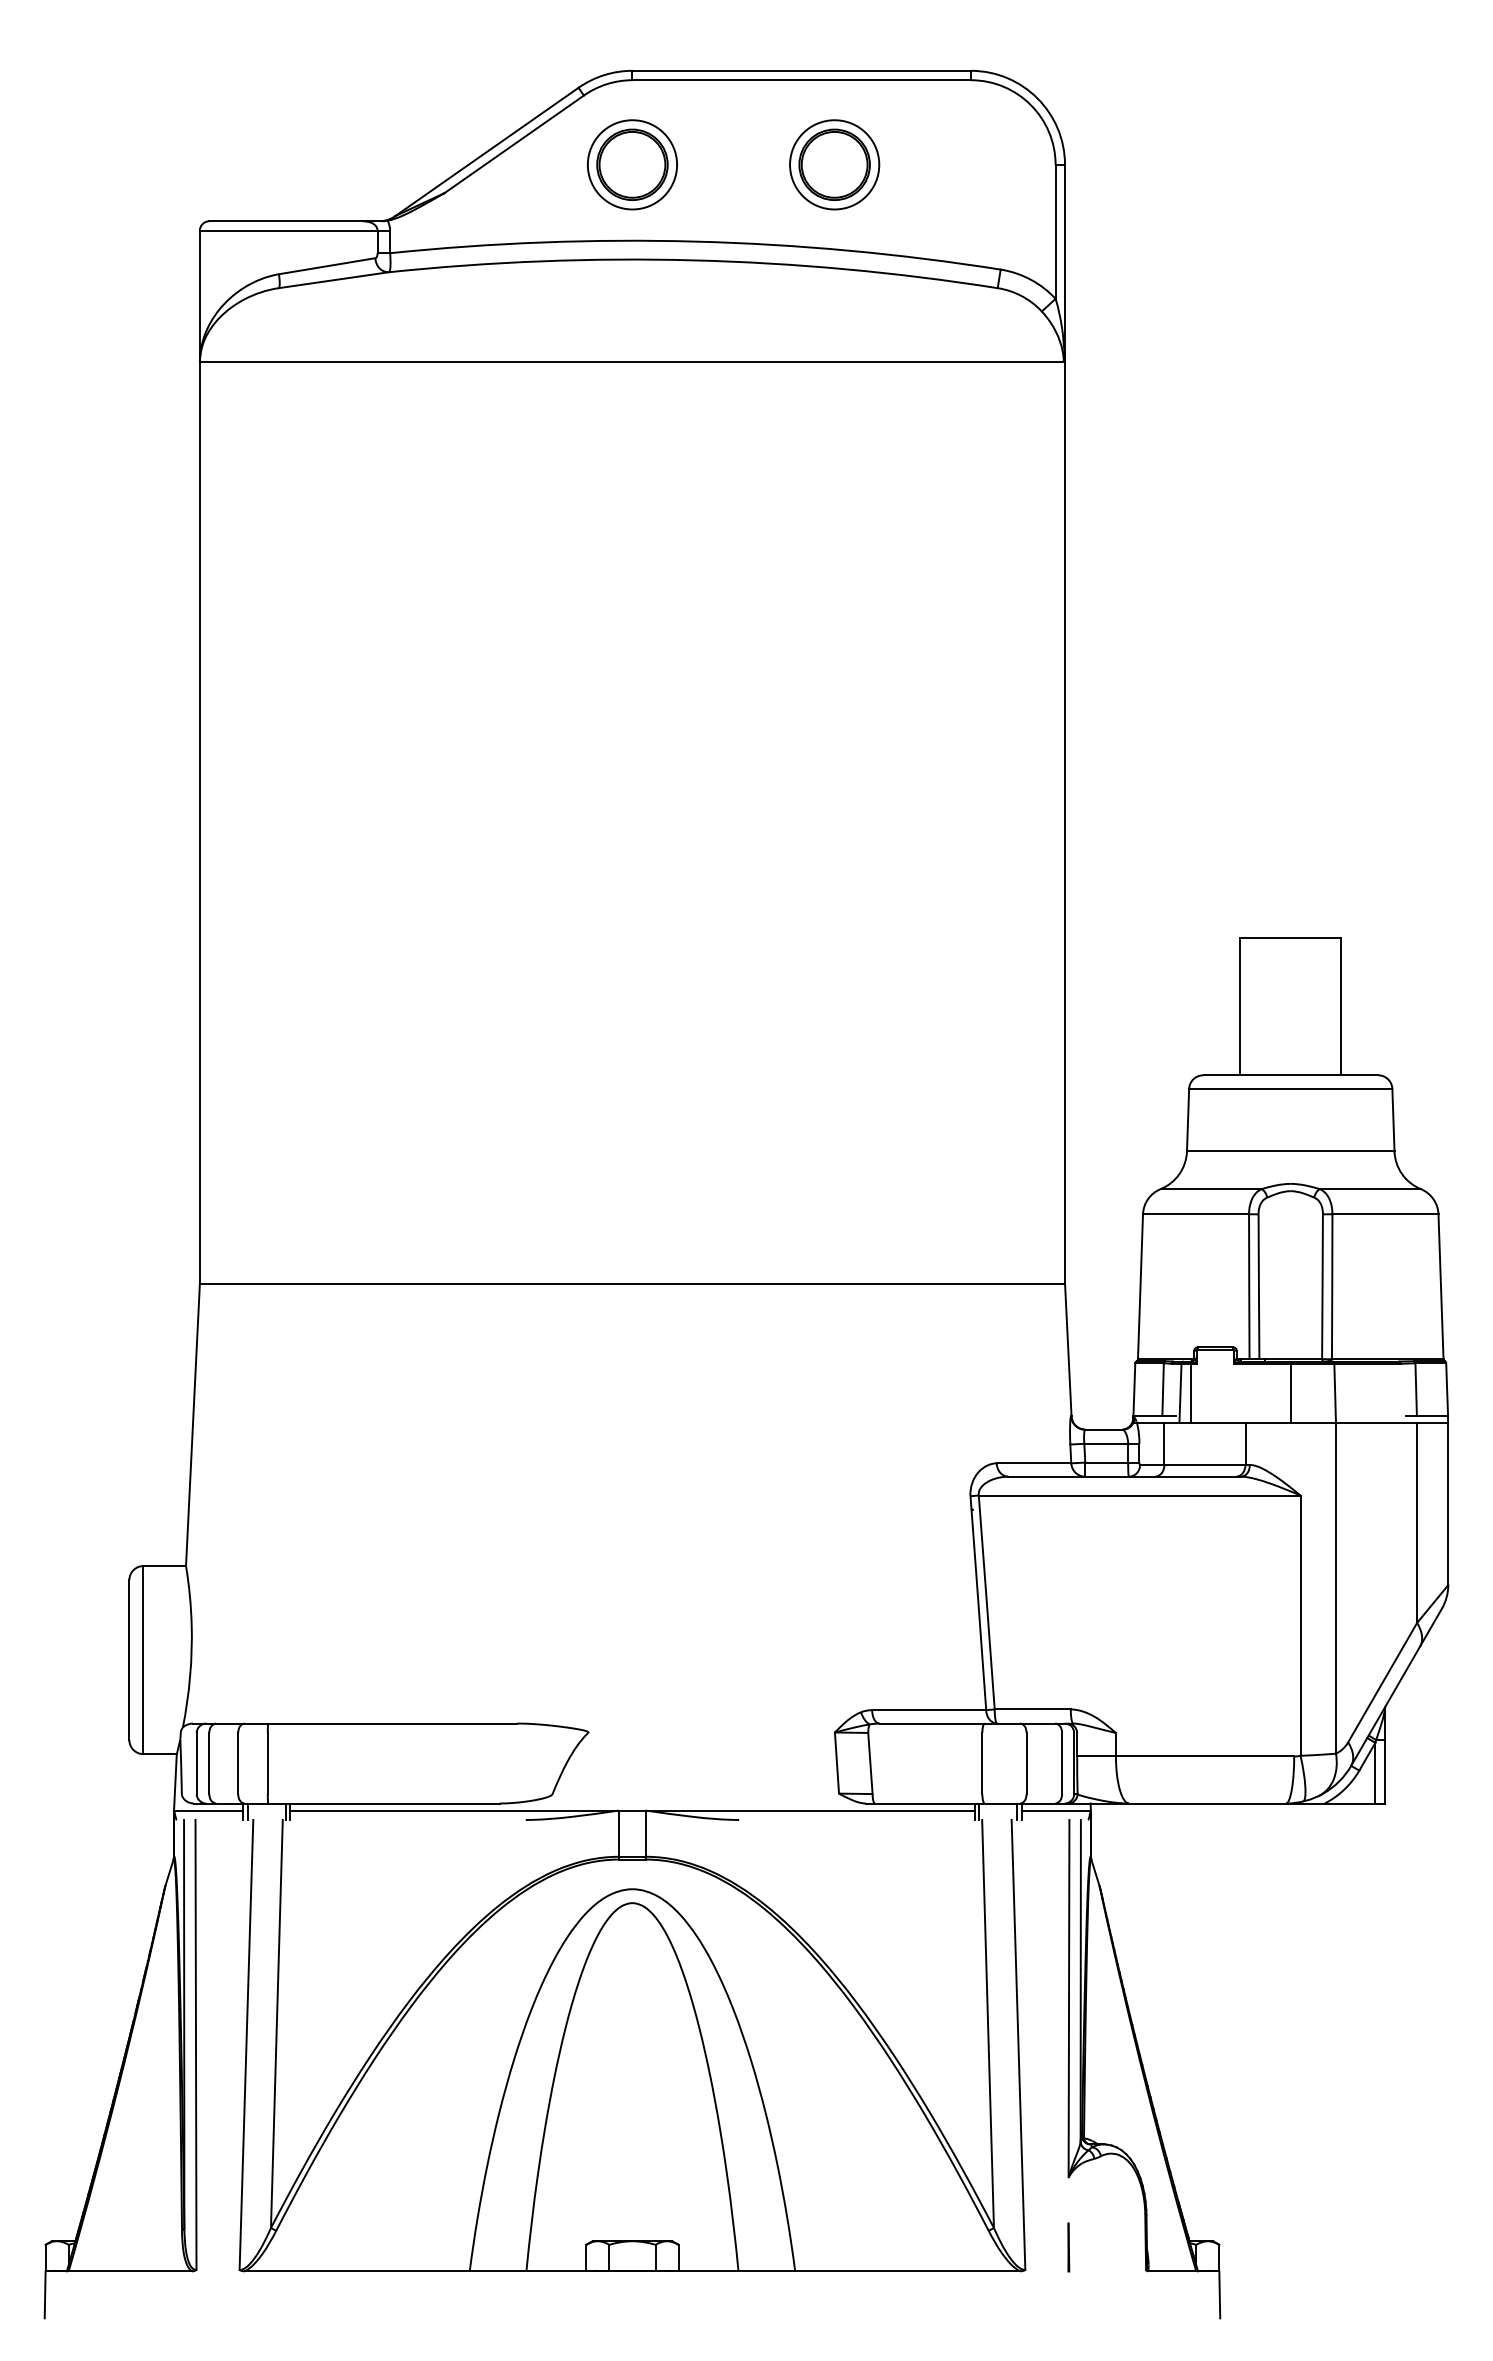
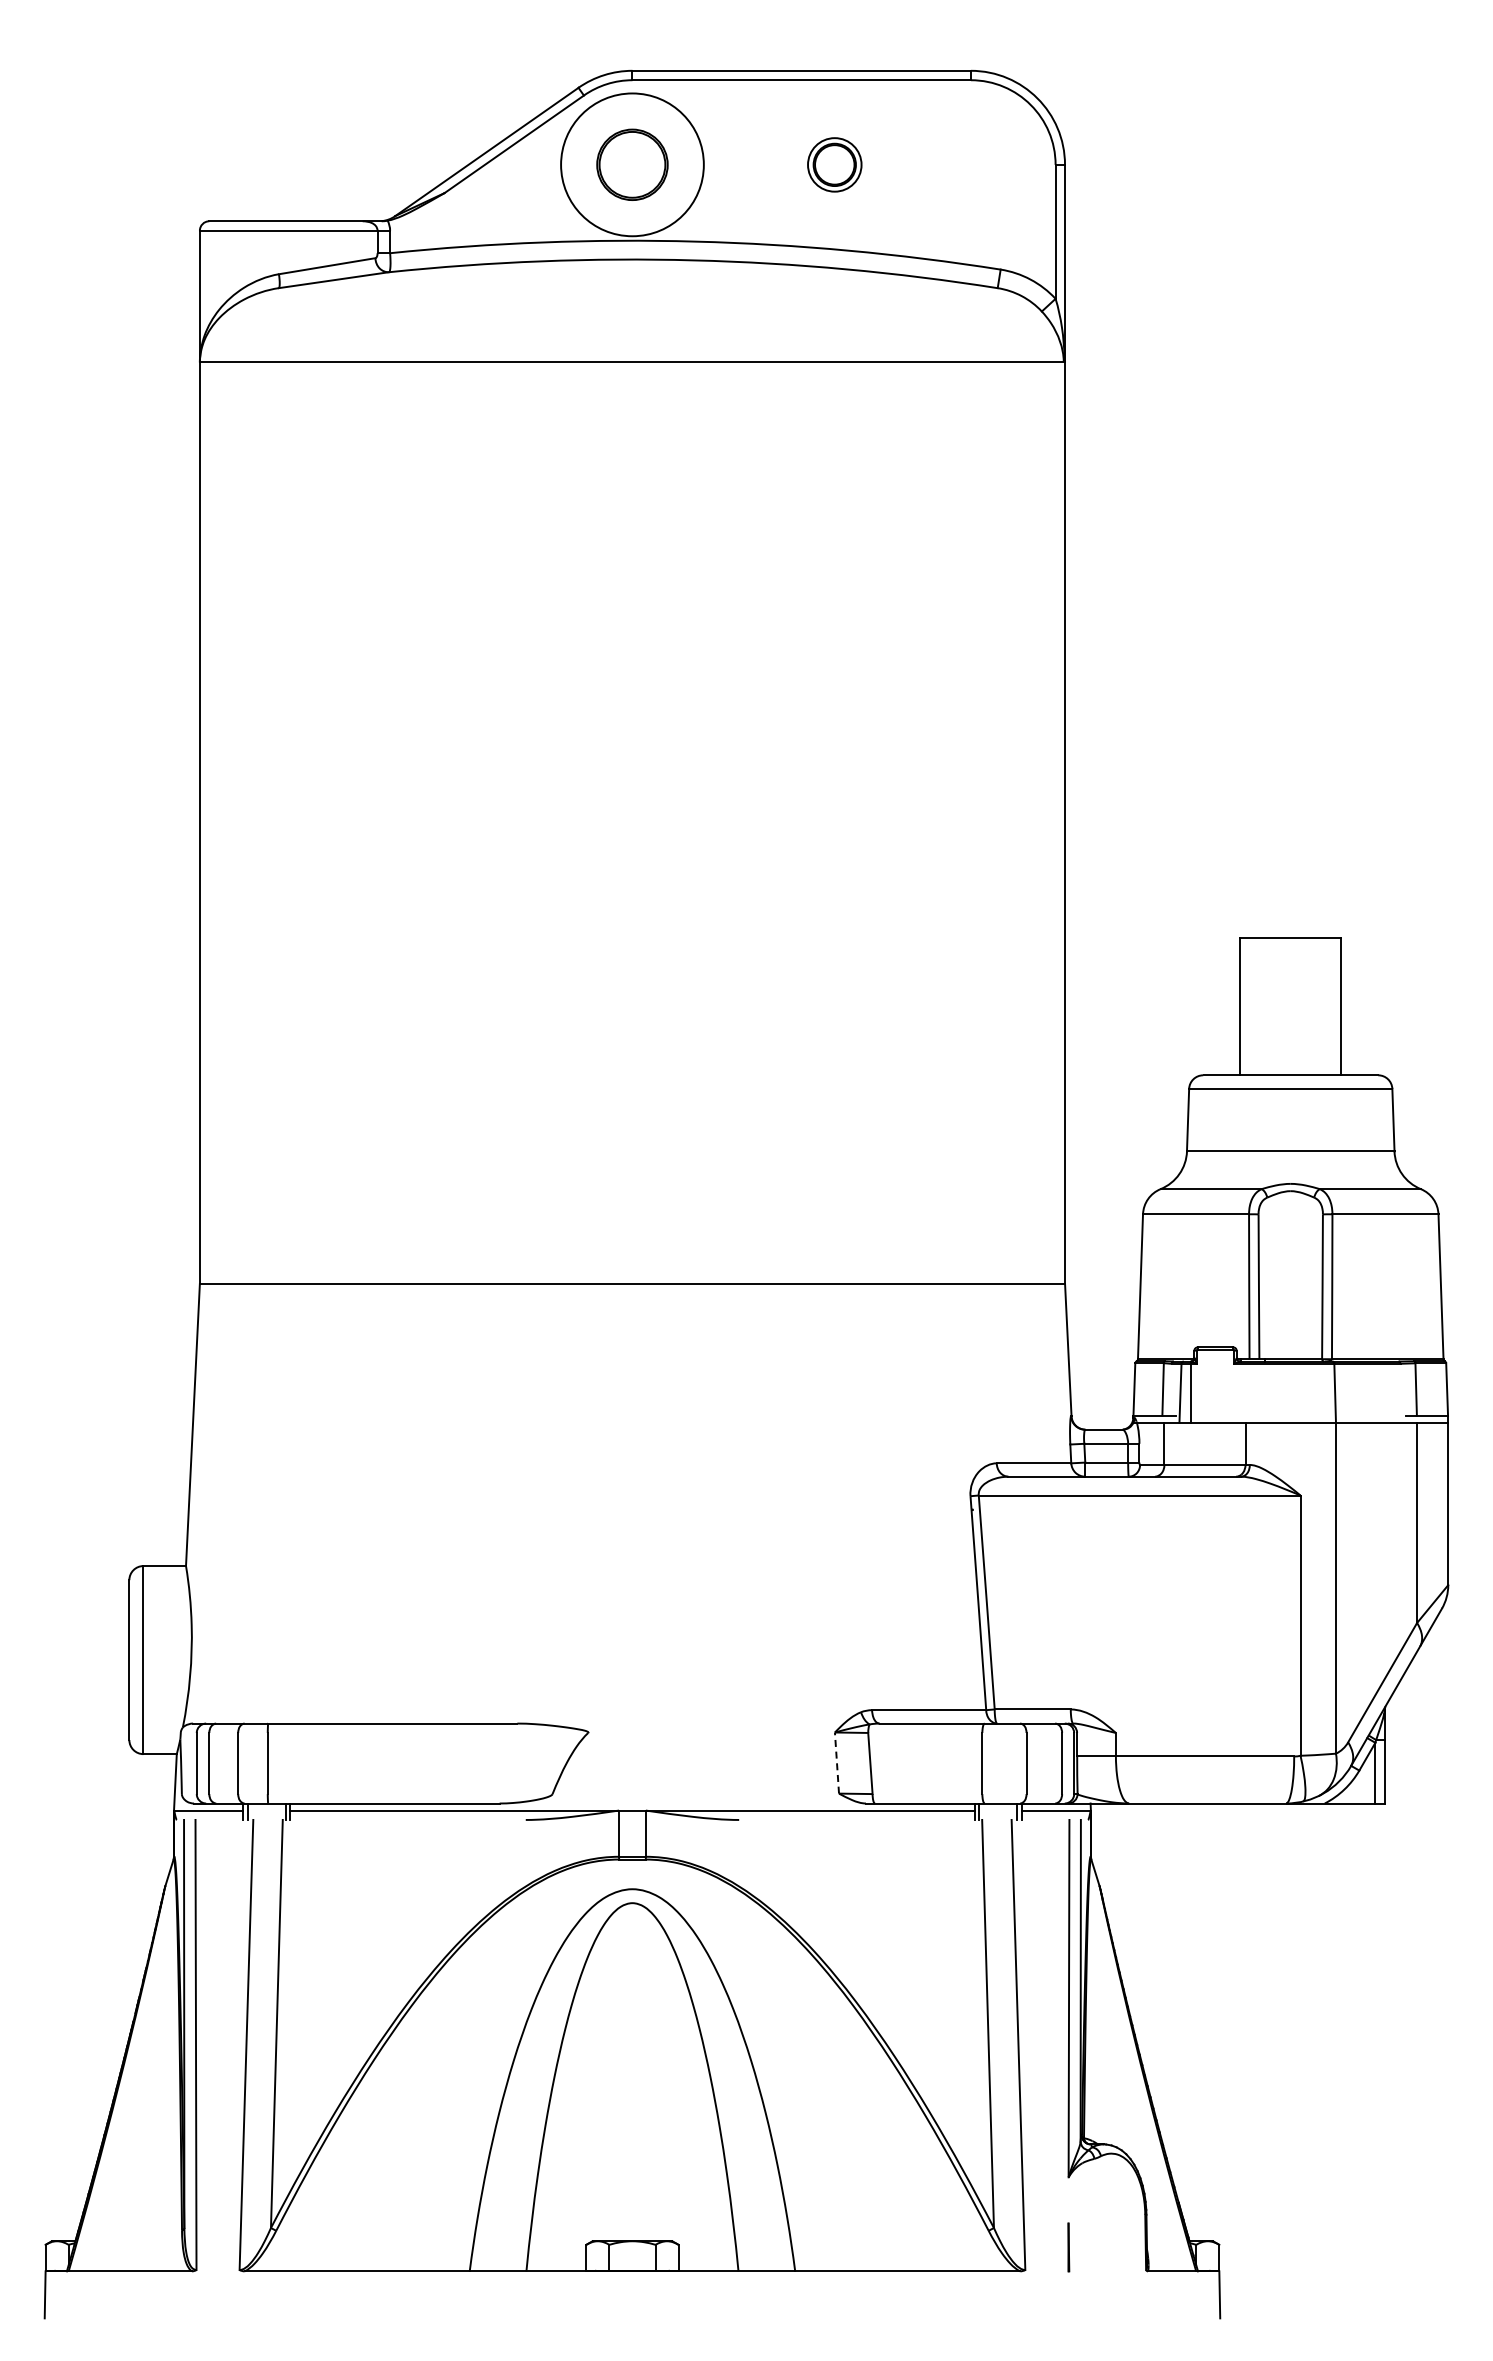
circle at (632, 164) diameter: 89 px -> 143 px
part at (834, 164) size: 92x92 px -> 56x56 px
line at (1290, 1391): present -> none
line at (836, 1763): solid -> dashed
